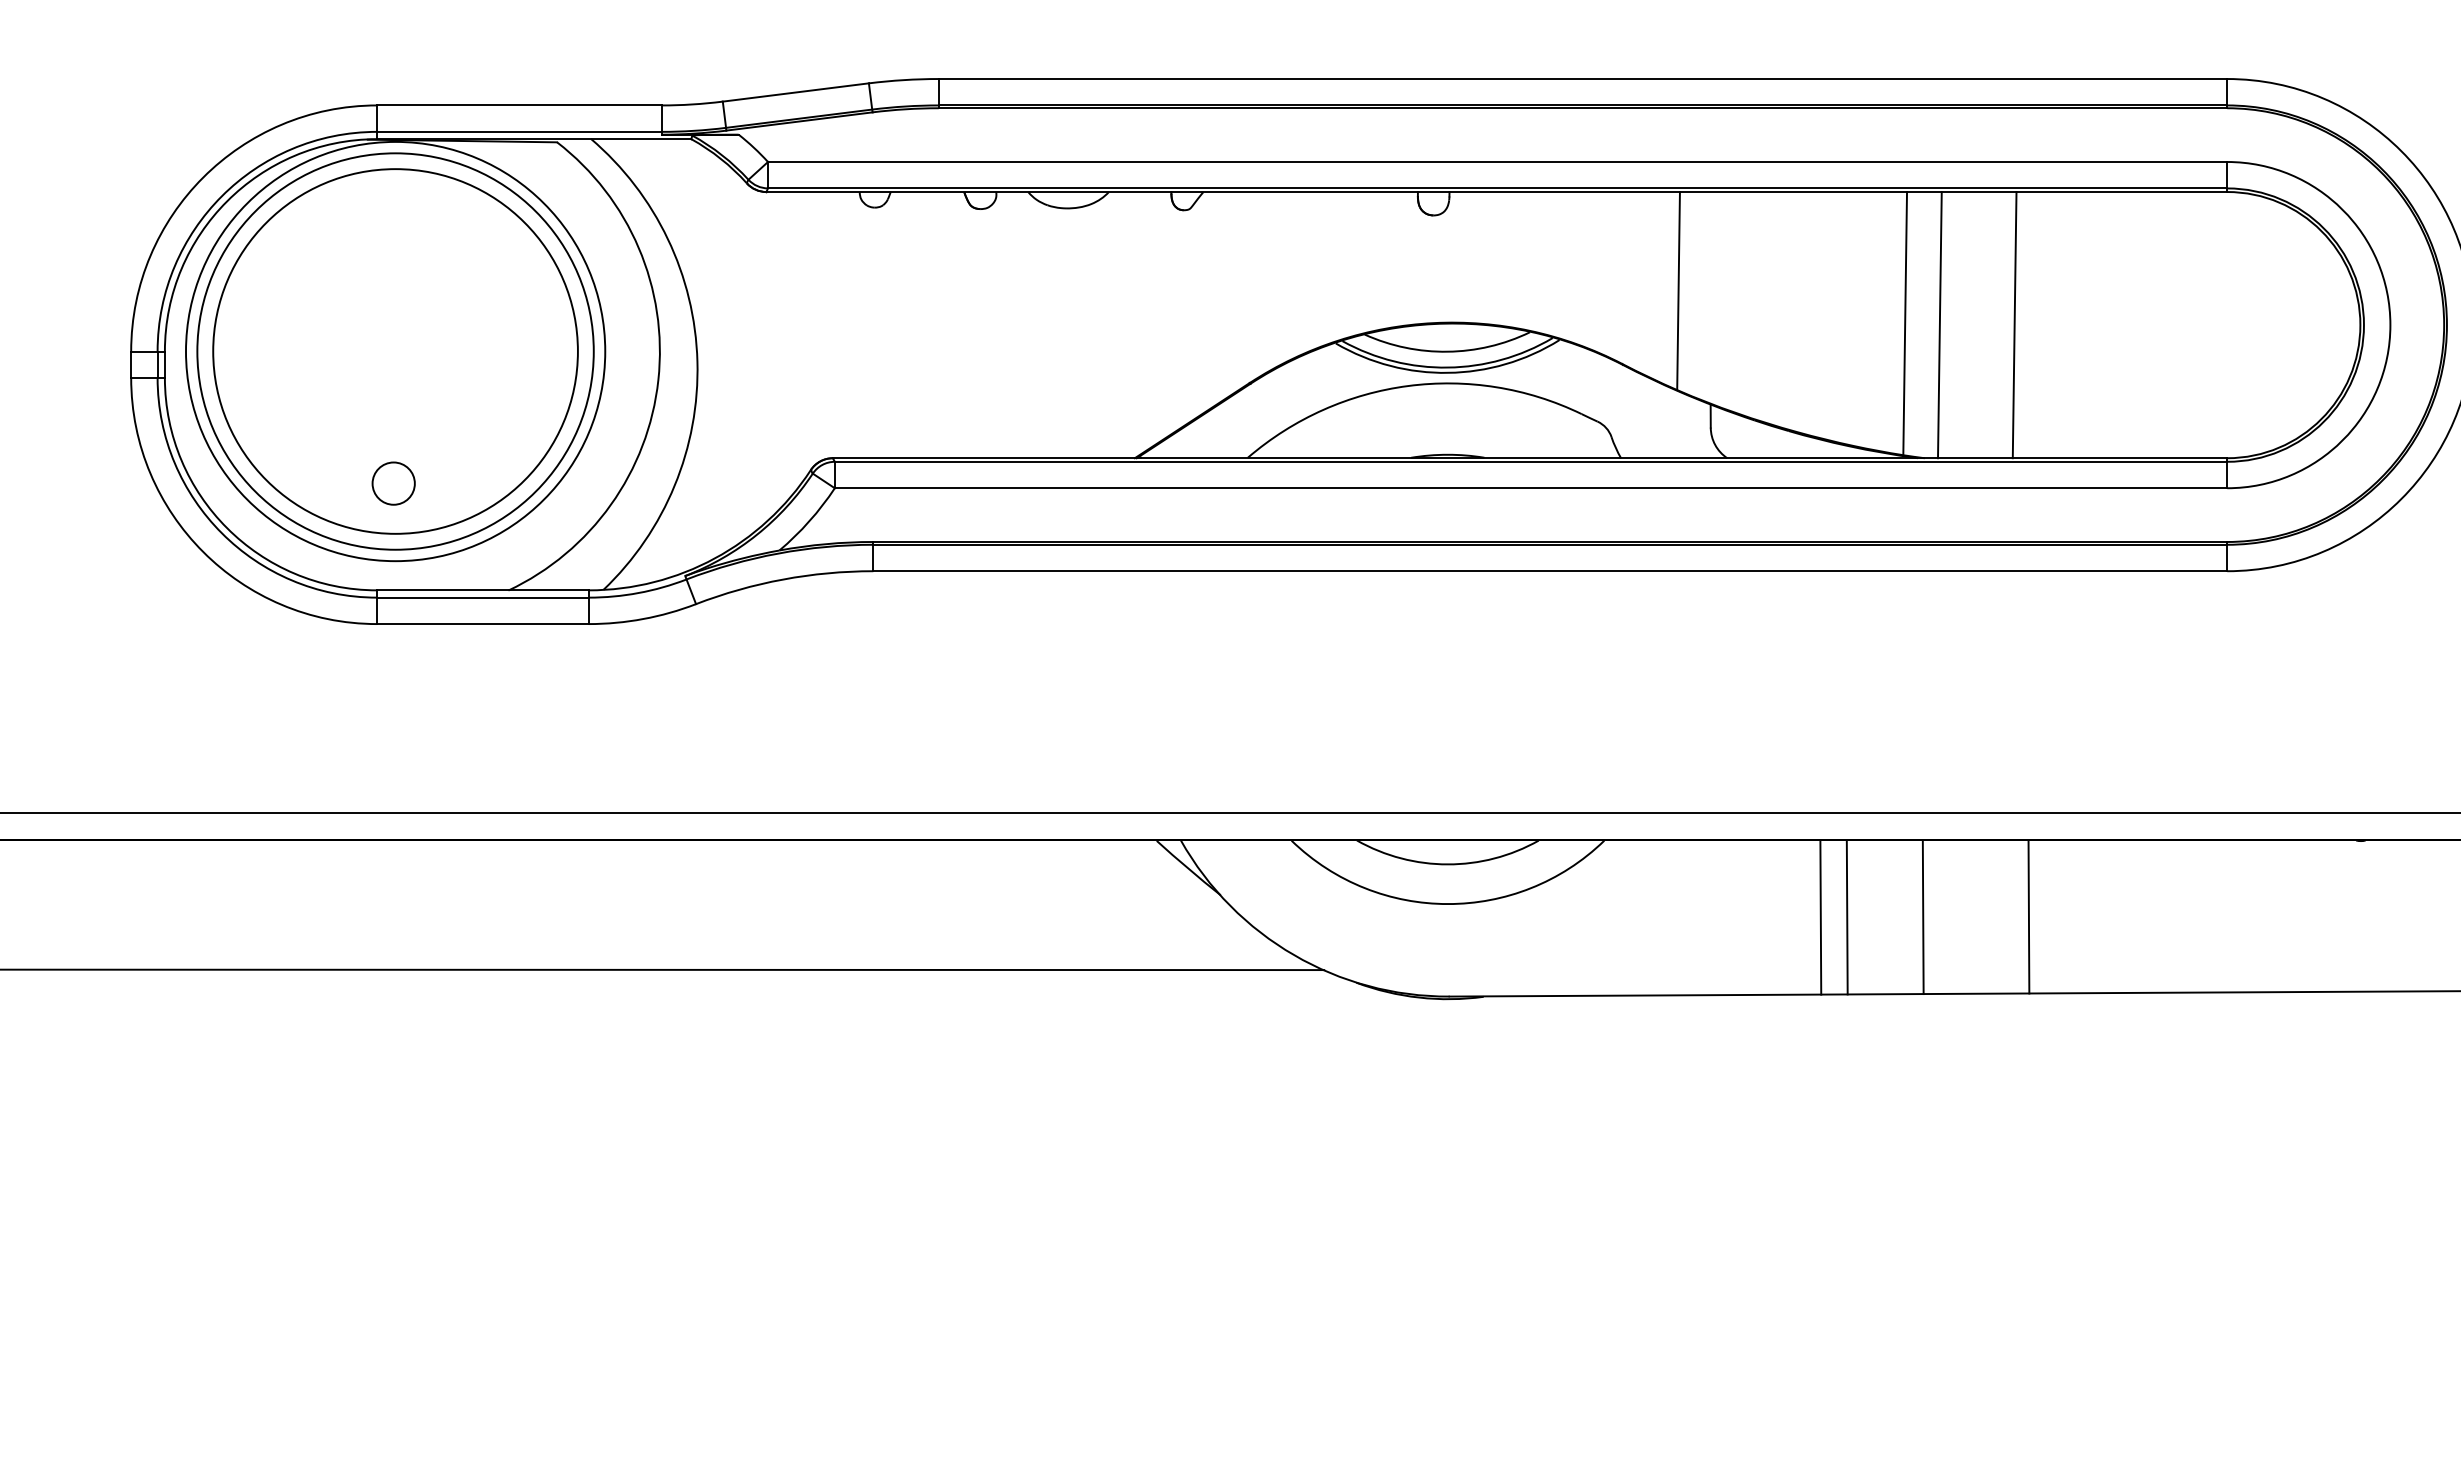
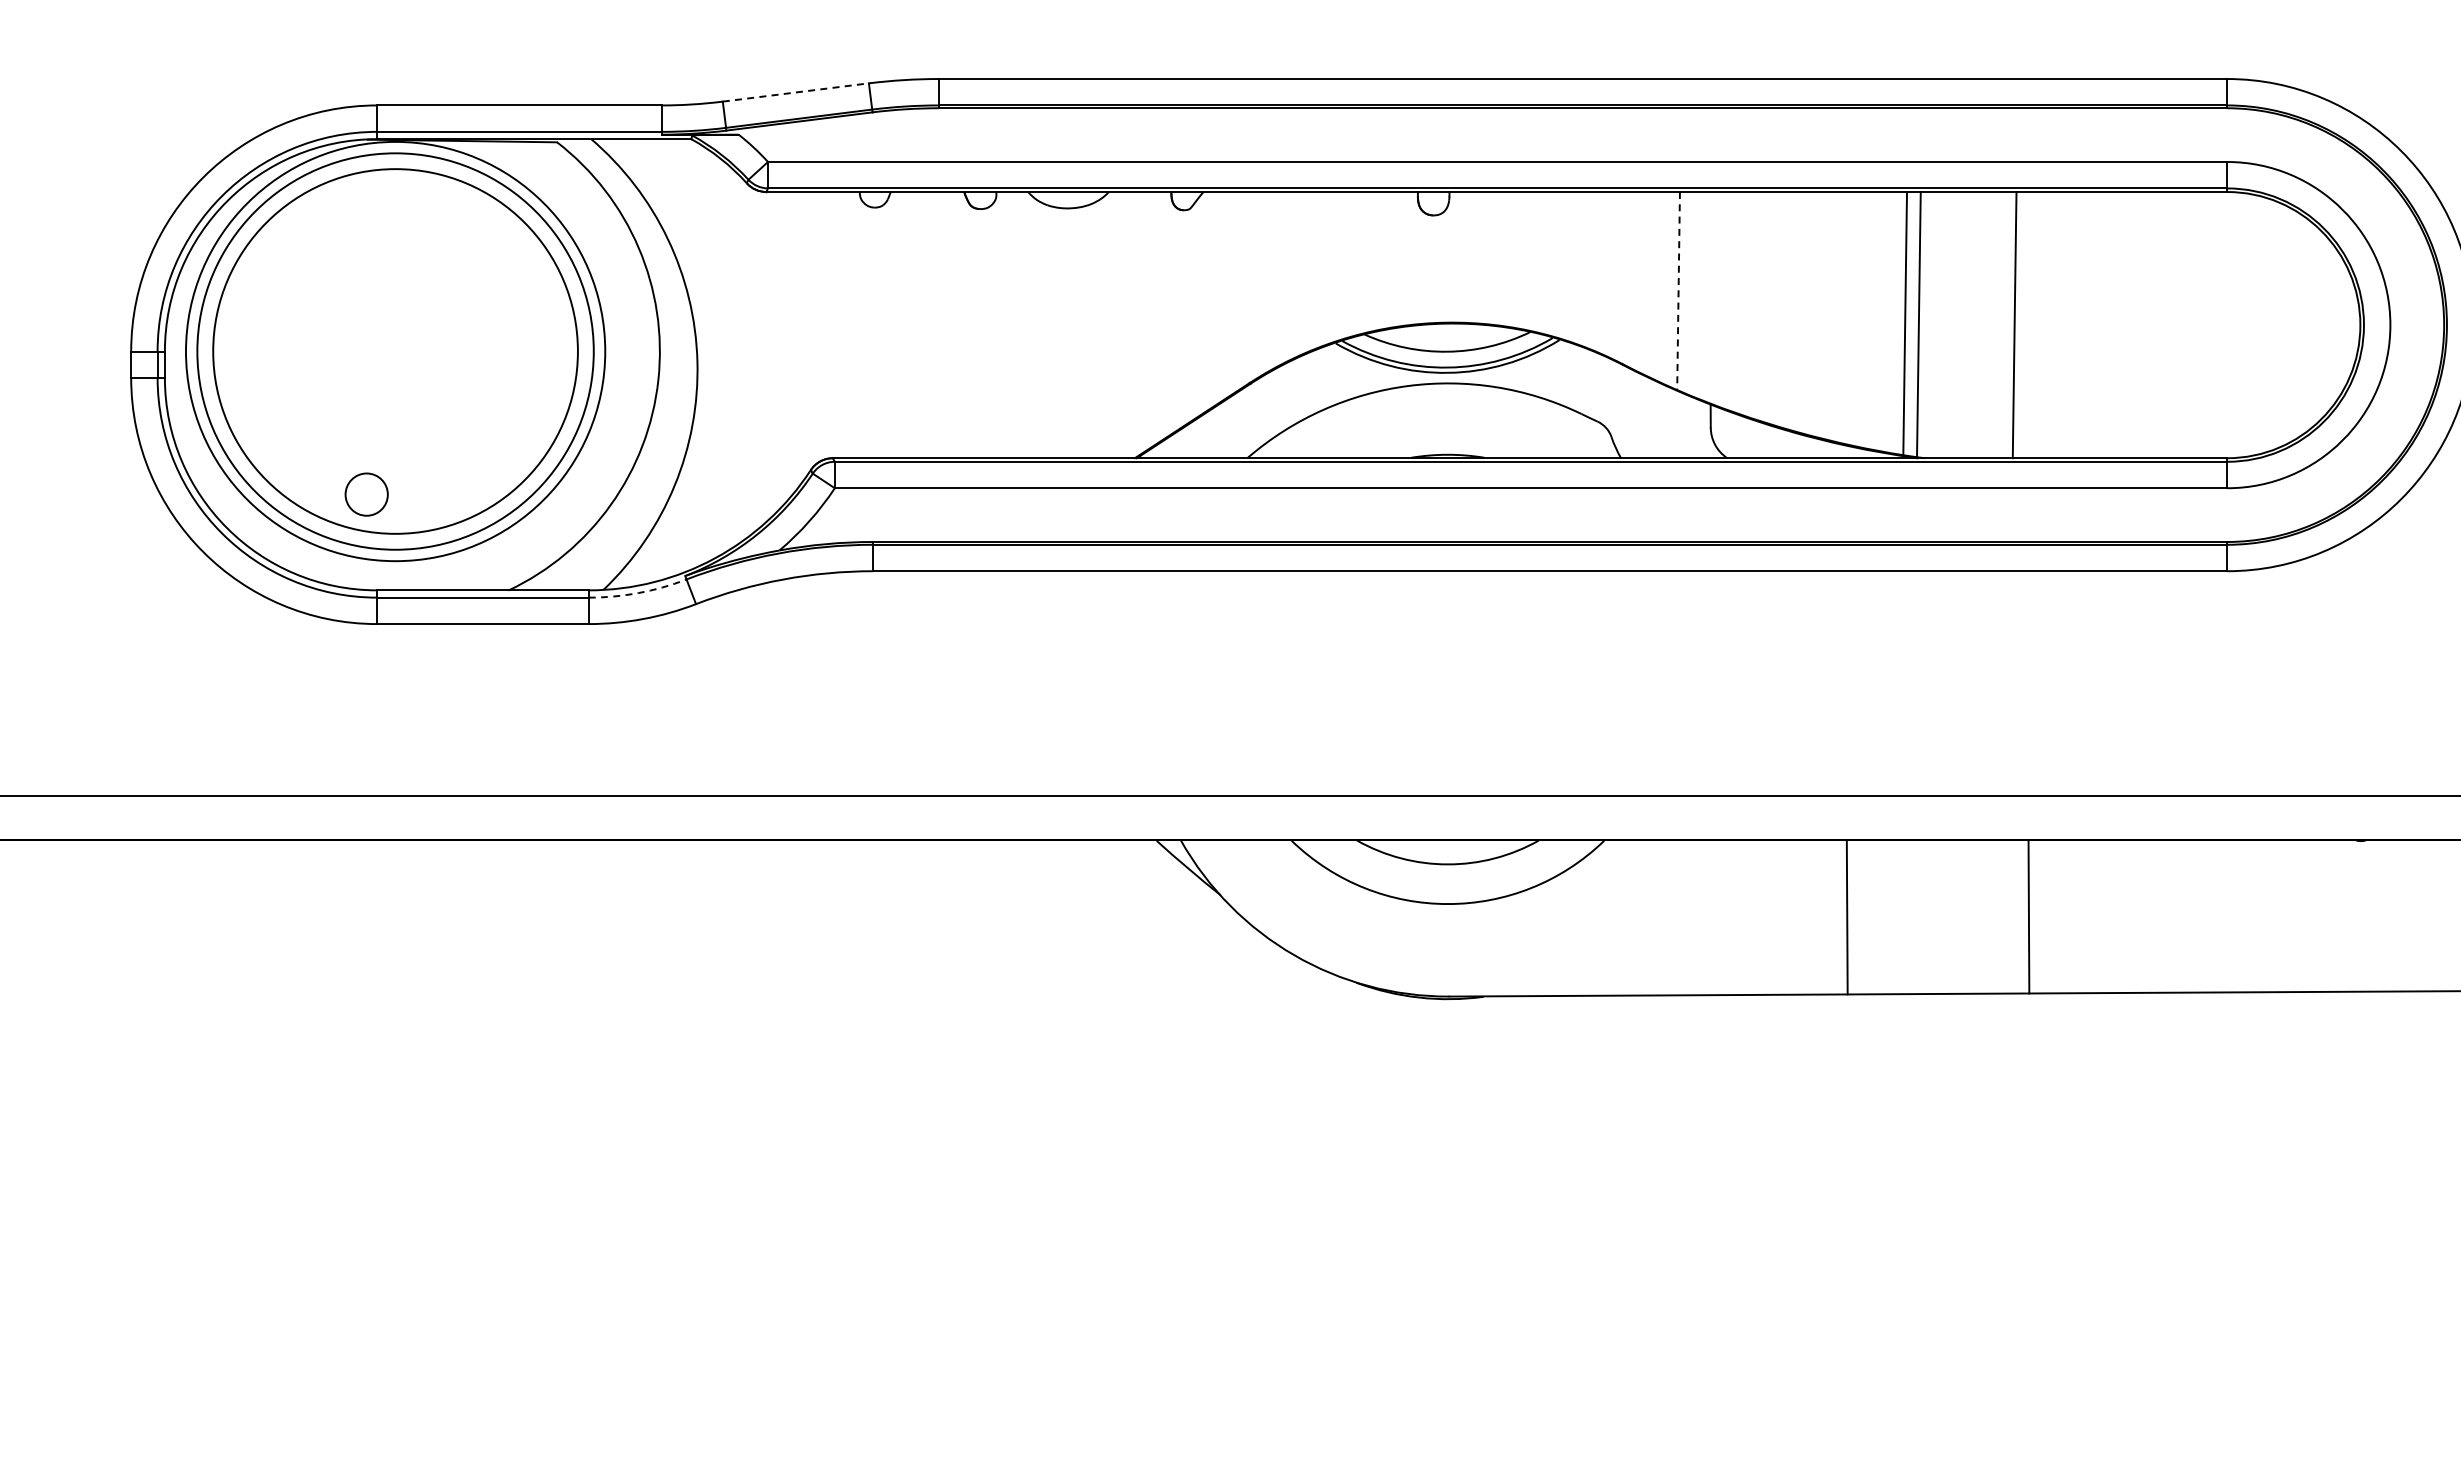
line at (795, 92): solid -> dashed
line at (1678, 291): solid -> dashed
line at (1939, 325) position: (1939, 325) -> (1918, 325)
circle at (393, 483) position: (393, 483) -> (366, 494)
arc at (638, 593): solid -> dashed
line at (1229, 813) position: (1229, 813) -> (1229, 796)
line at (1820, 917): present -> none
line at (1922, 917): present -> none
line at (663, 969): present -> none
